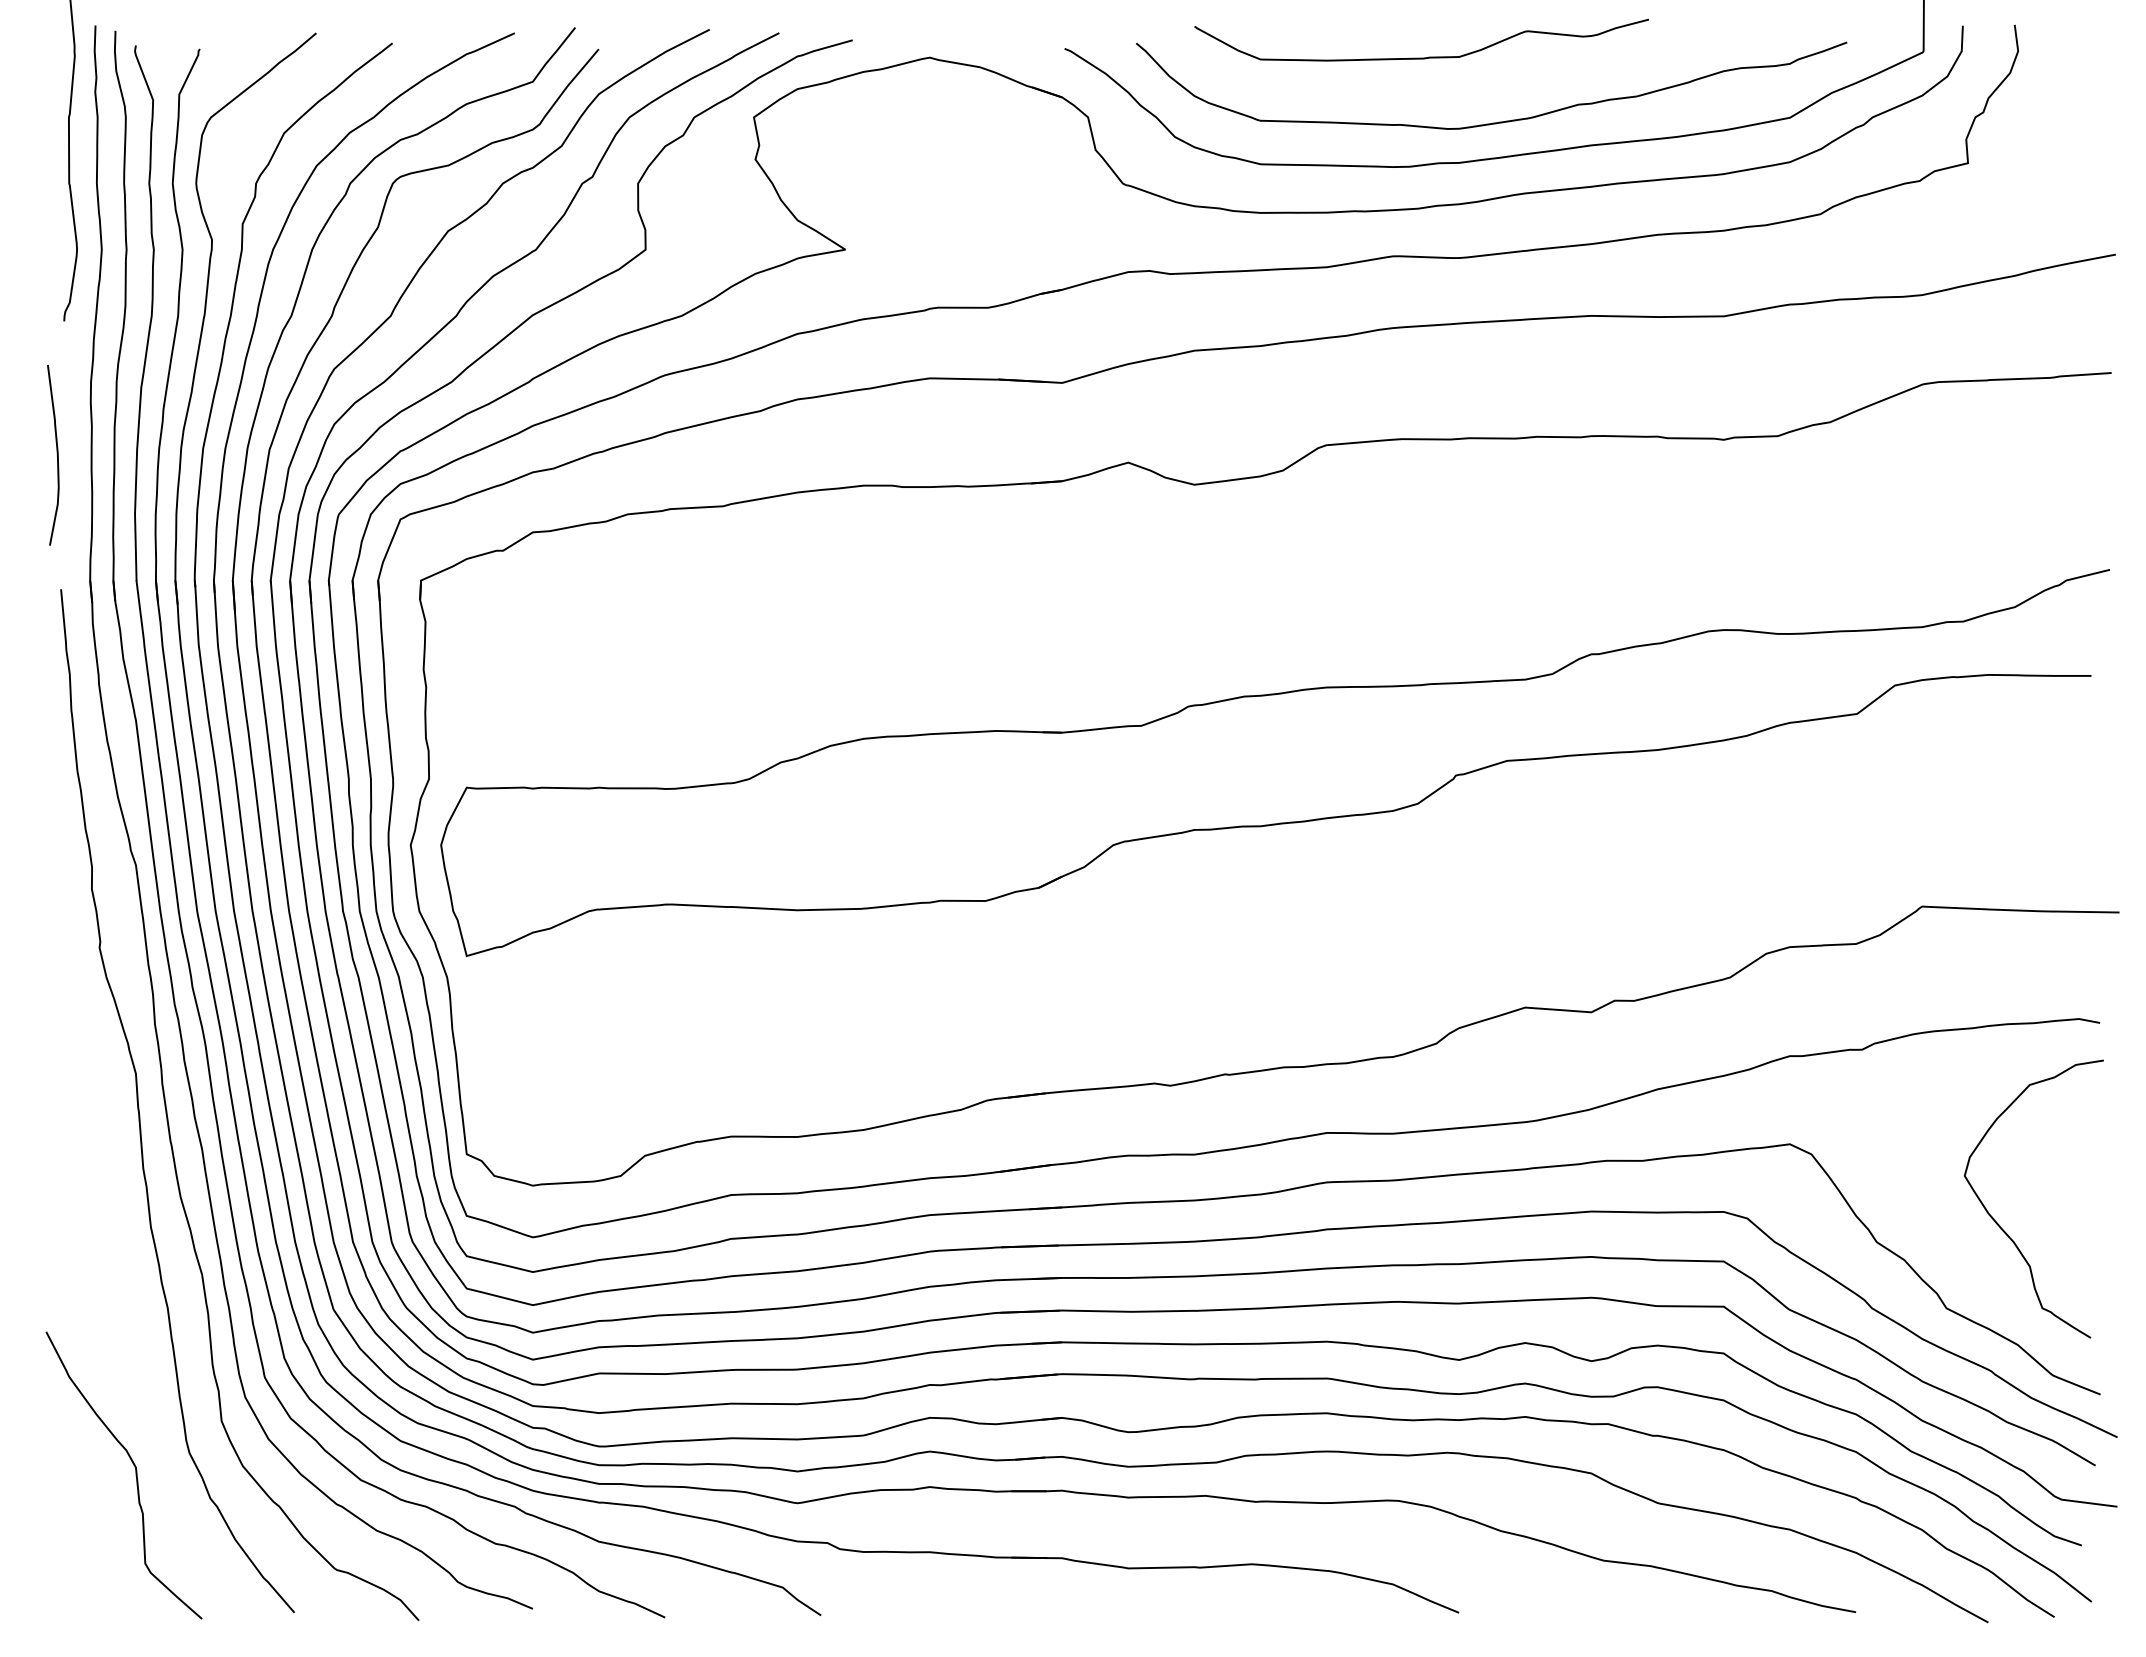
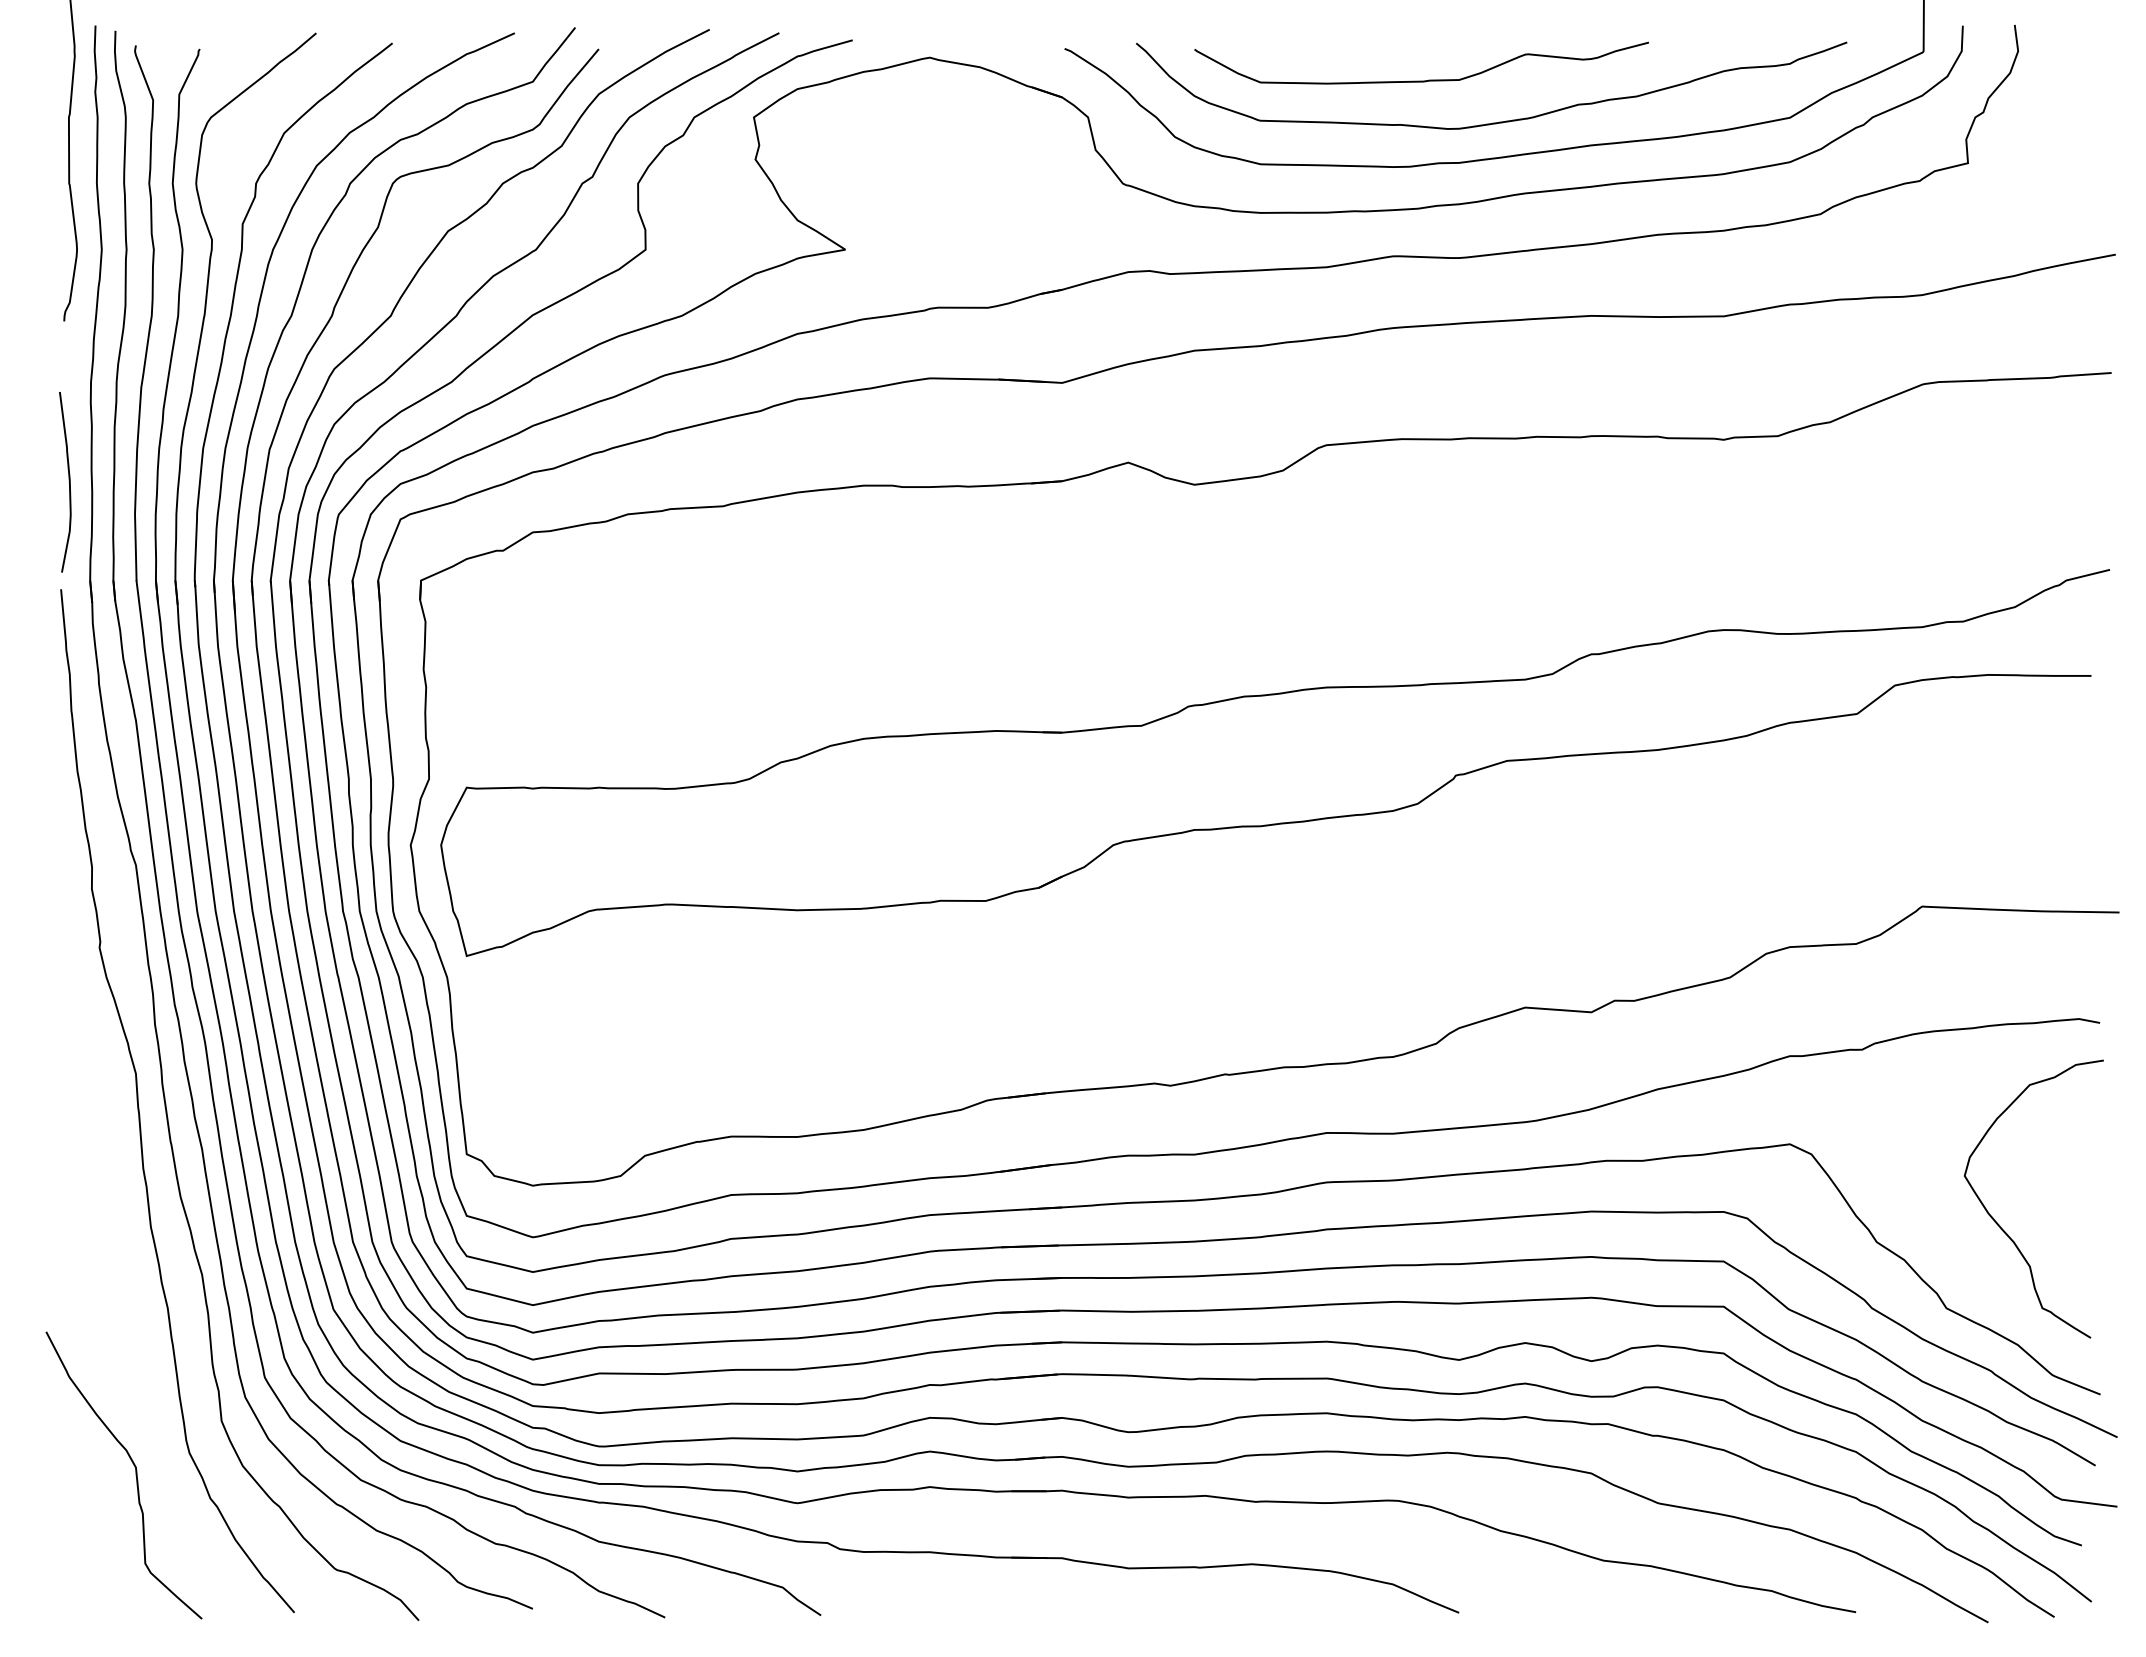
curve at (1421, 57) position: (1421, 57) -> (1421, 80)
curve at (56, 454) position: (56, 454) -> (68, 481)
